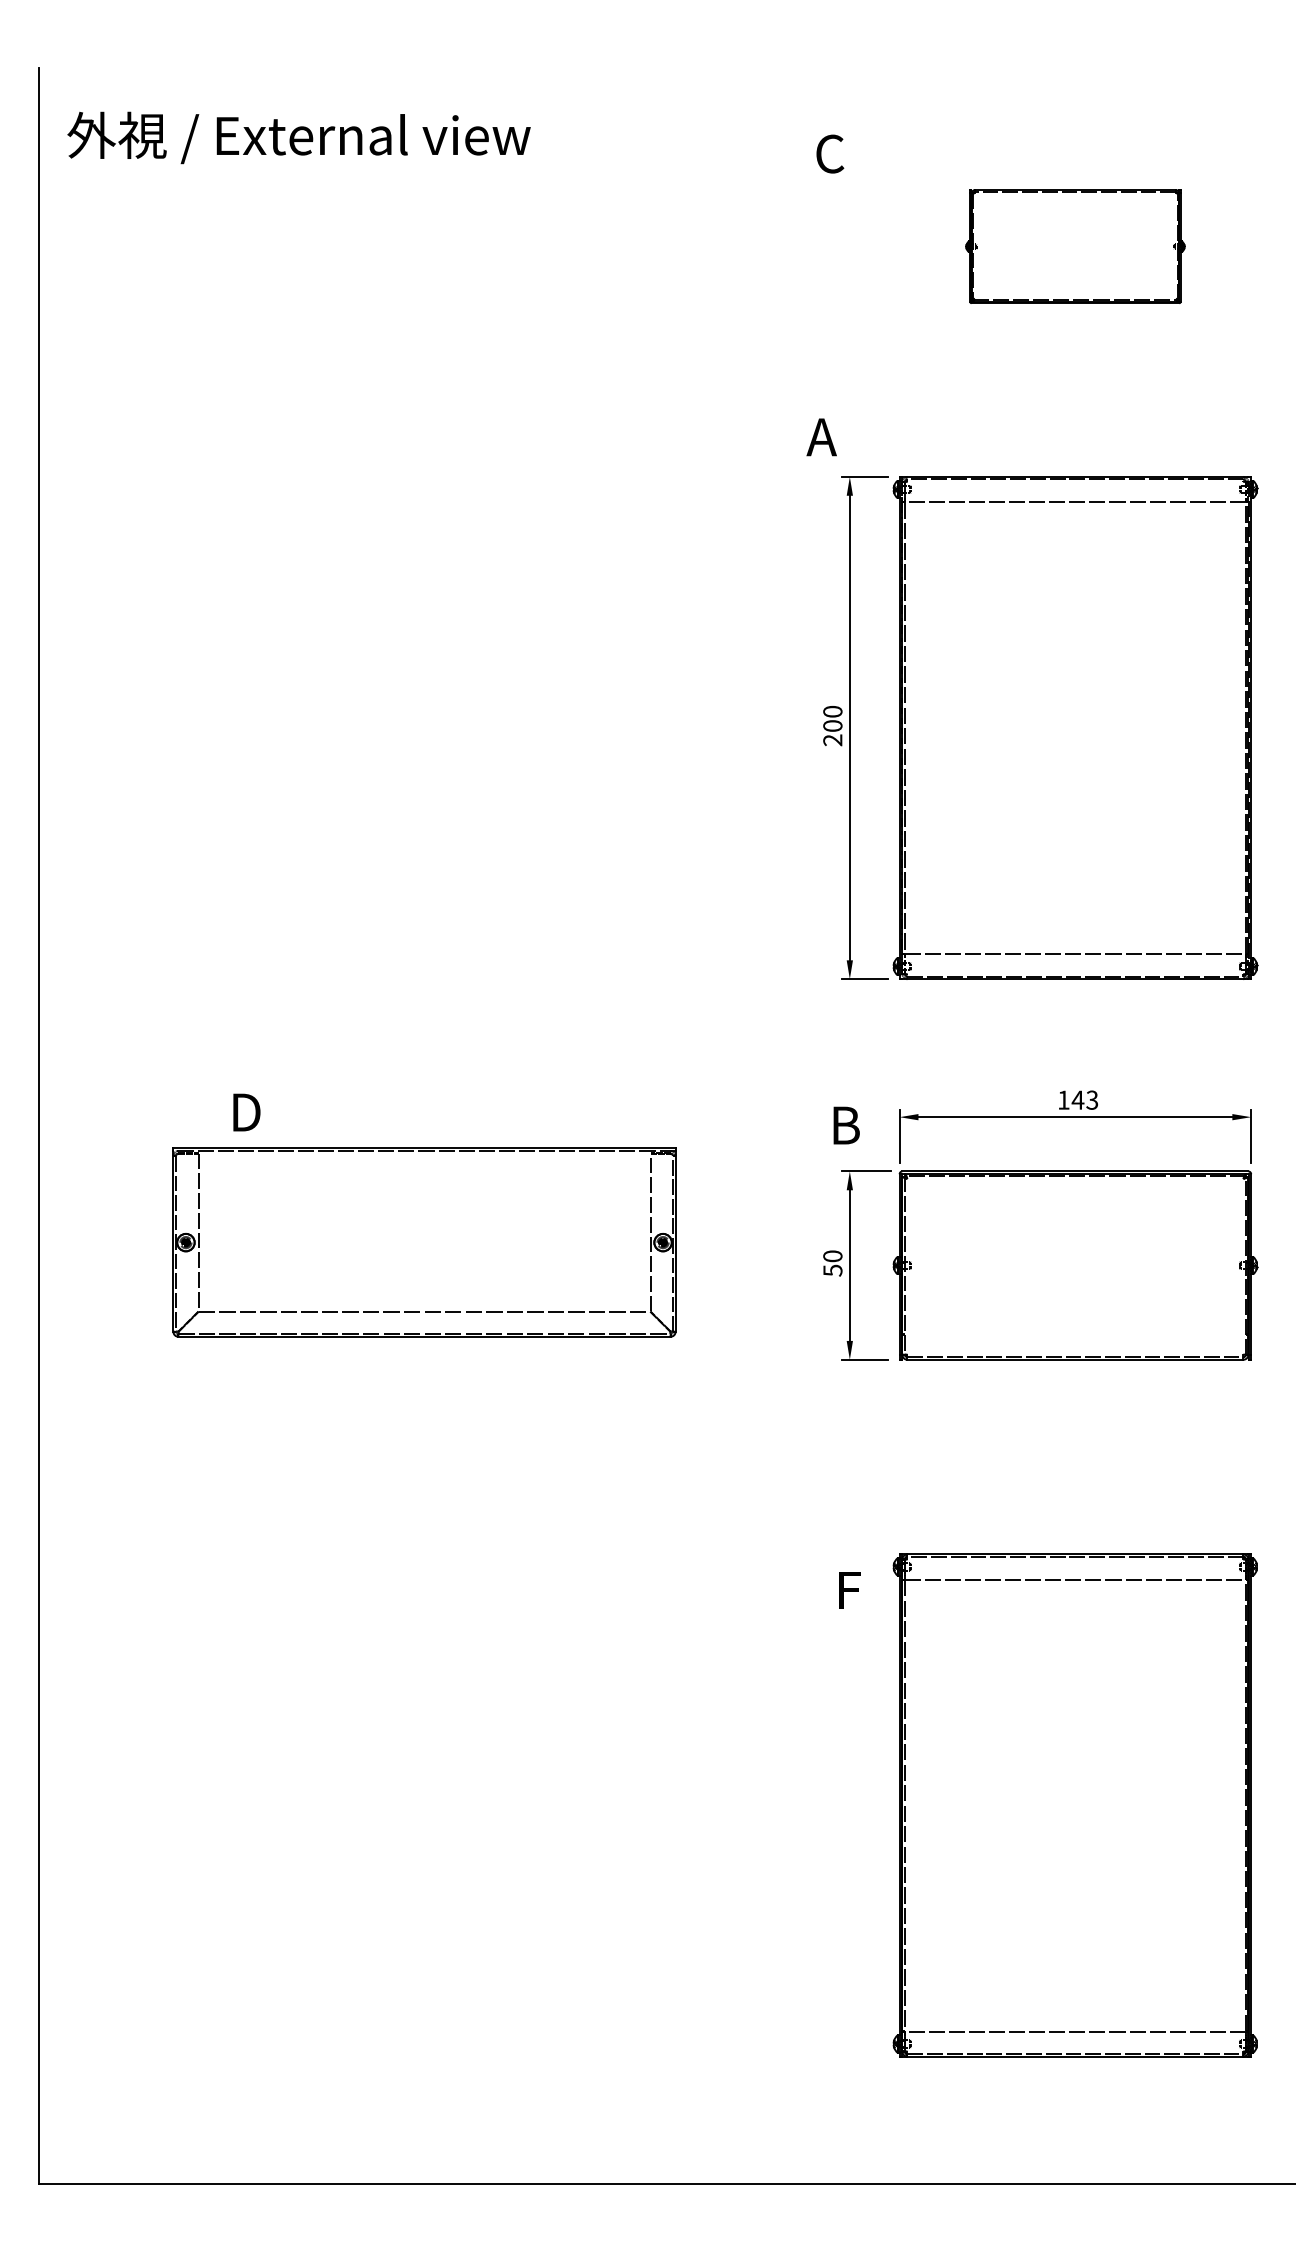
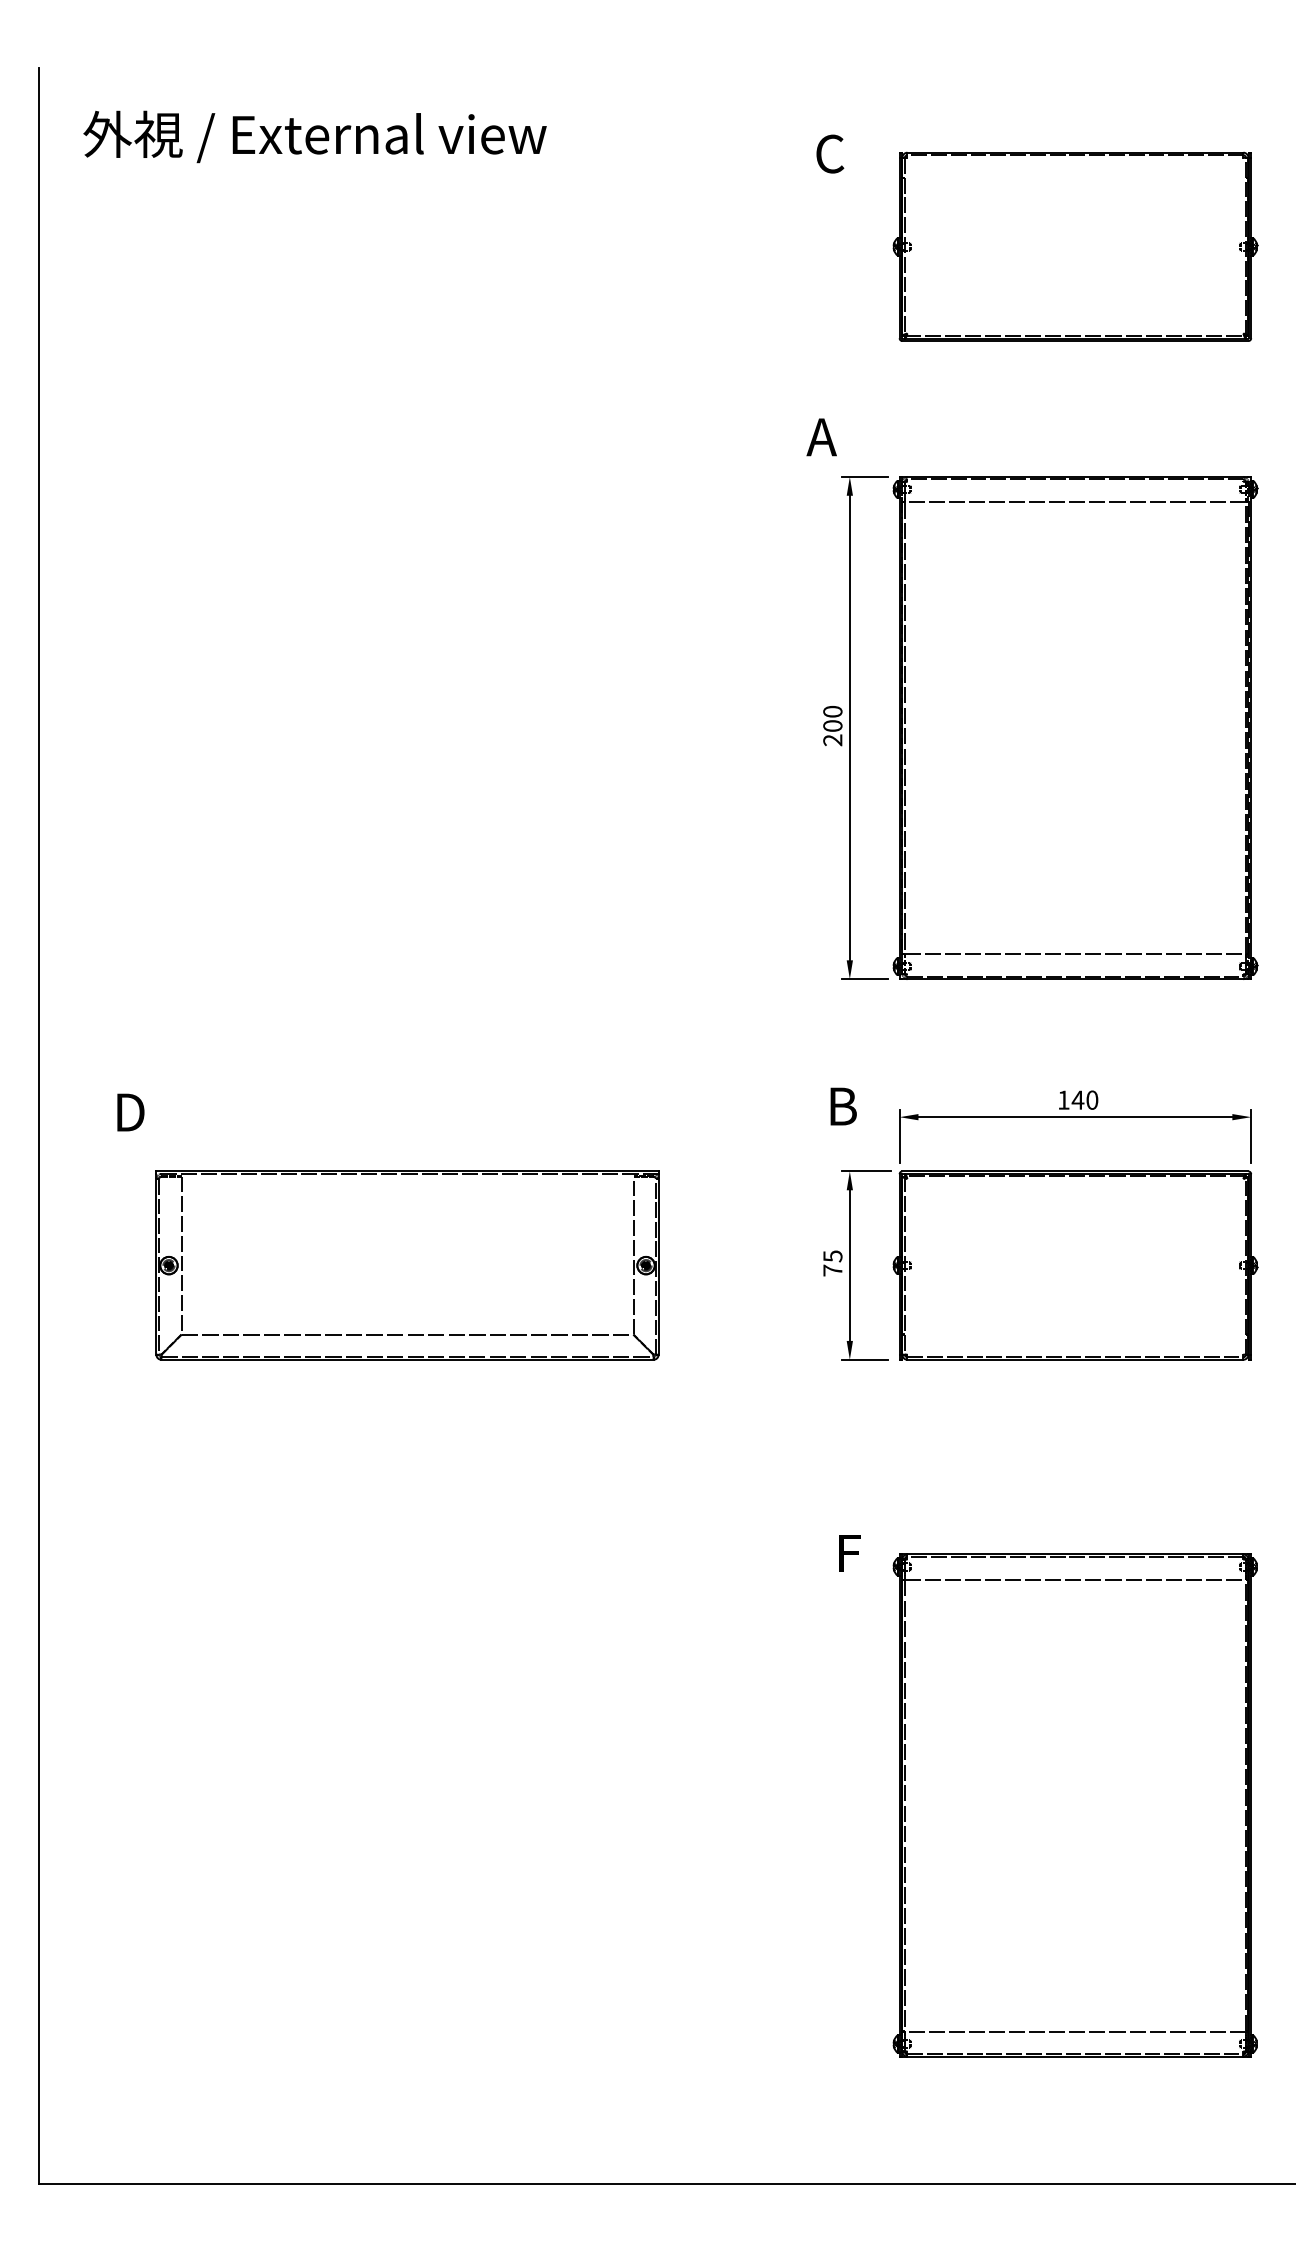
text at (298, 137) position: (298, 137) -> (314, 136)
part at (1075, 246) size: 221x115 px -> 367x191 px
text at (1092, 1099): 143 -> 140
text at (246, 1112) position: (246, 1112) -> (130, 1112)
text at (846, 1125) position: (846, 1125) -> (843, 1106)
part at (424, 1242) position: (424, 1242) -> (407, 1265)
text at (832, 1263): 50 -> 75
text at (849, 1590) position: (849, 1590) -> (849, 1553)
